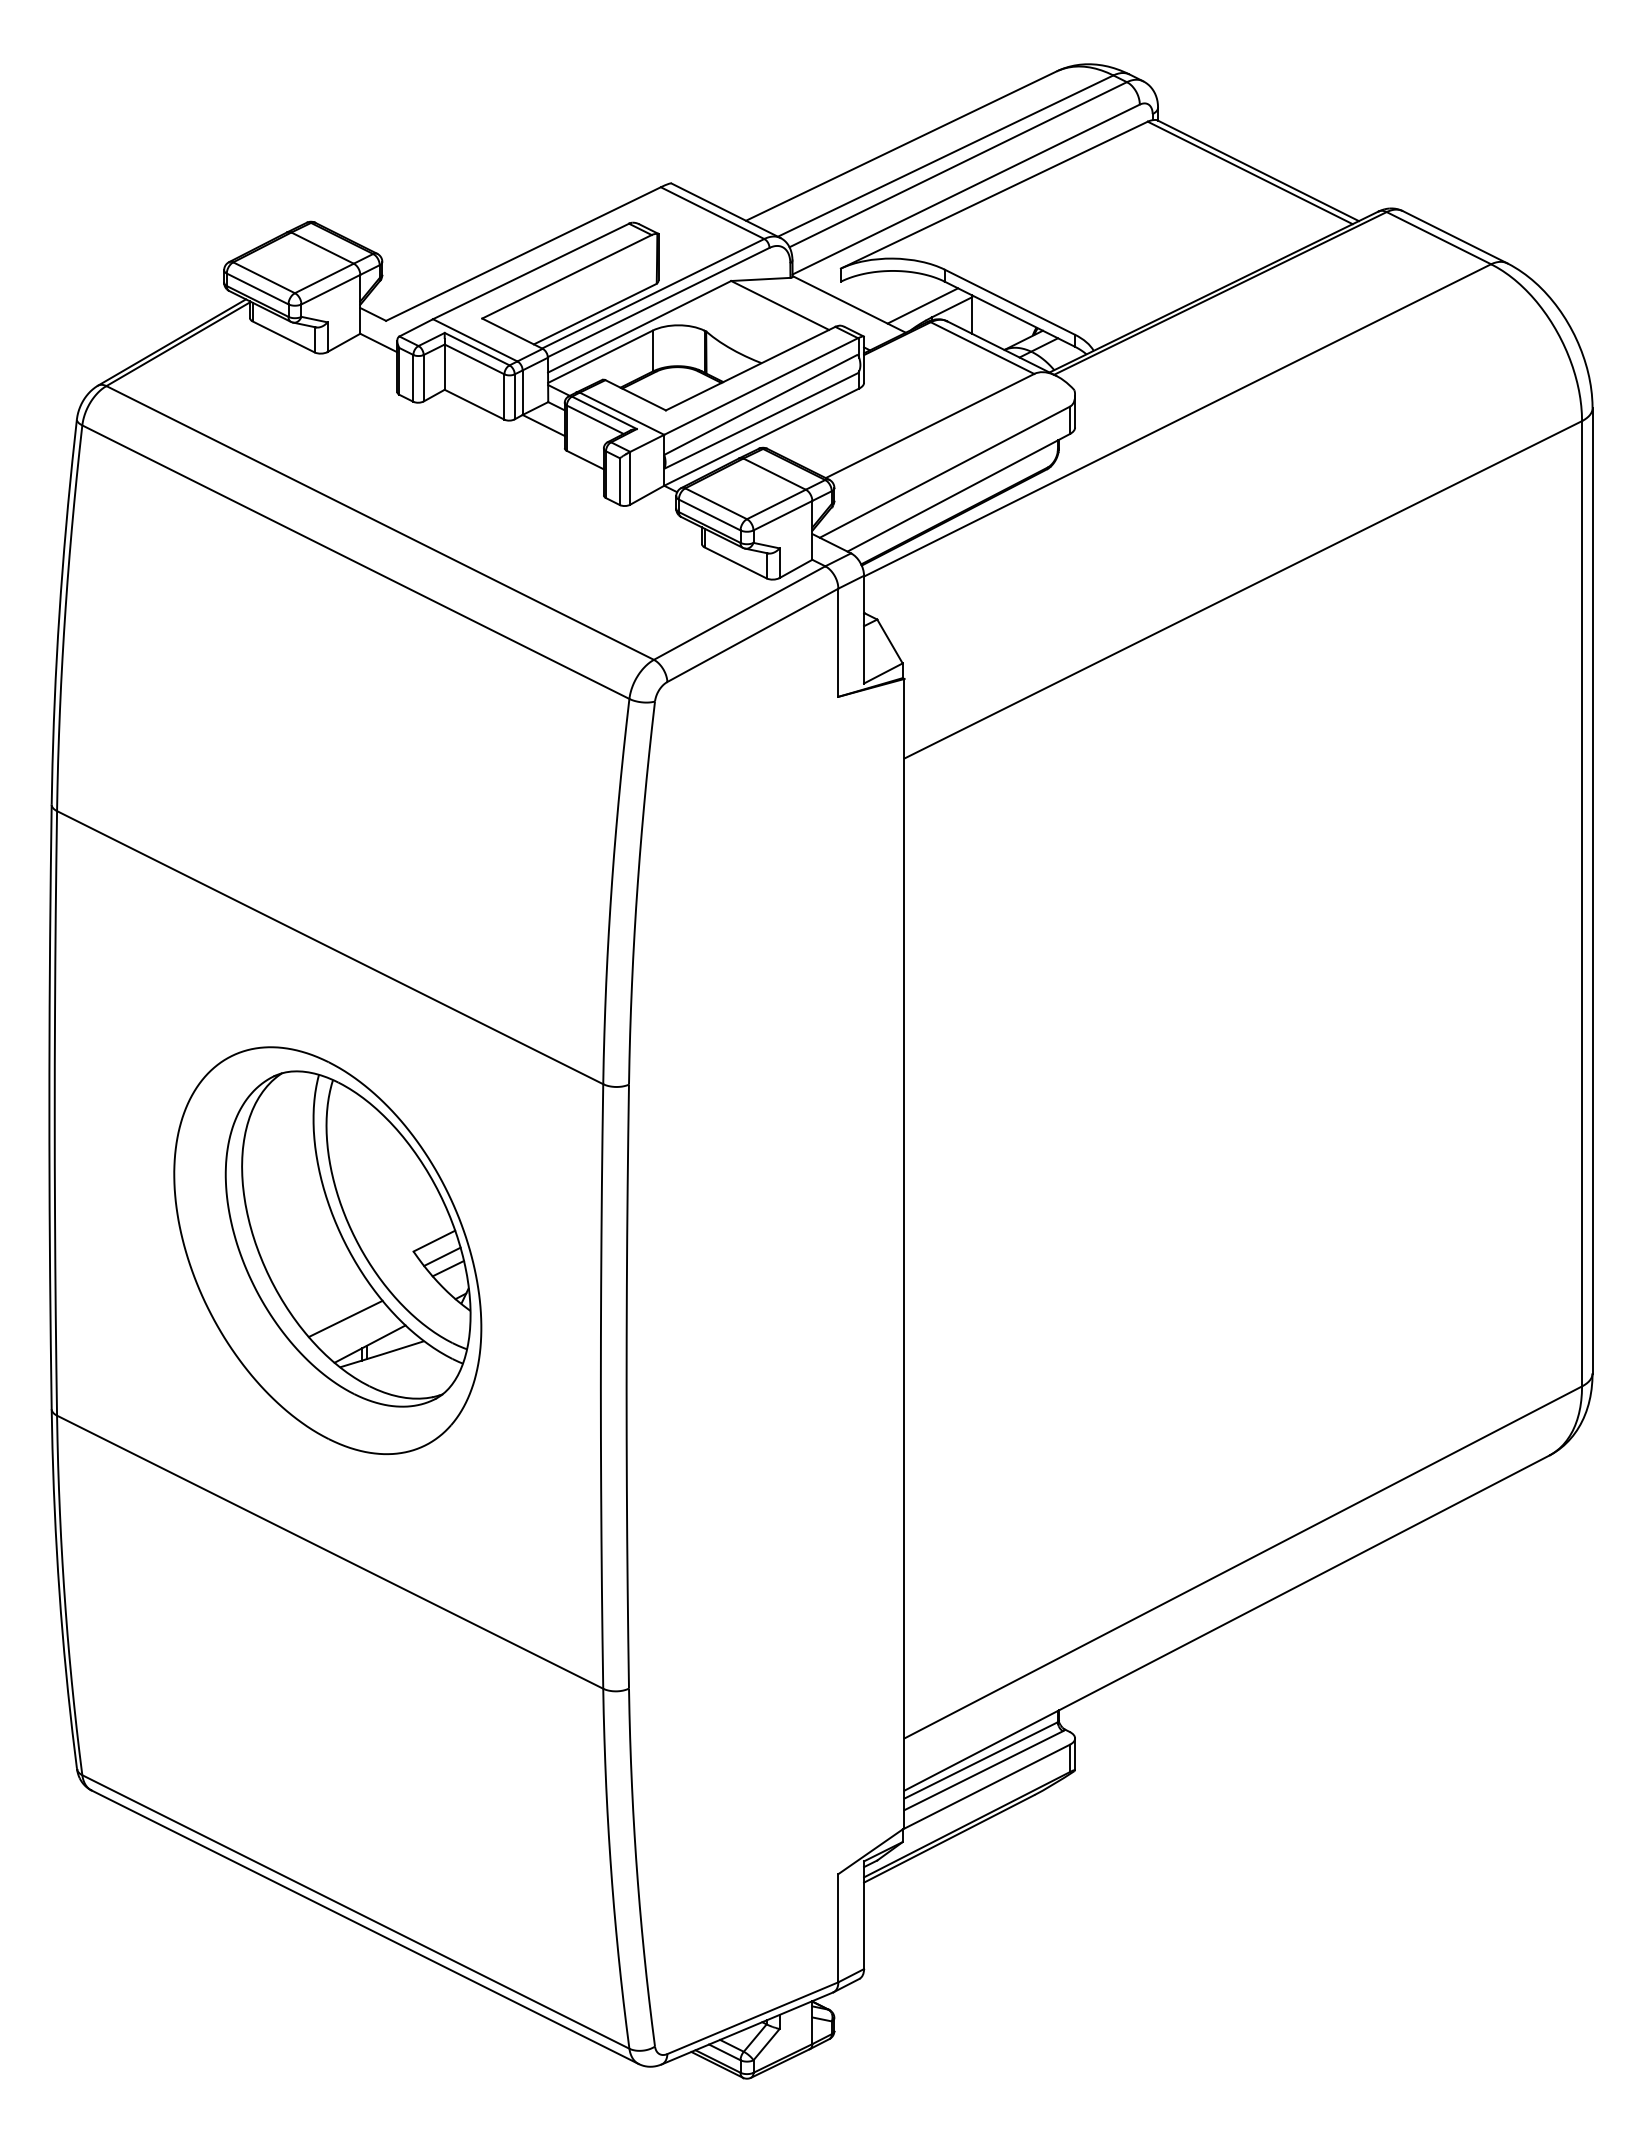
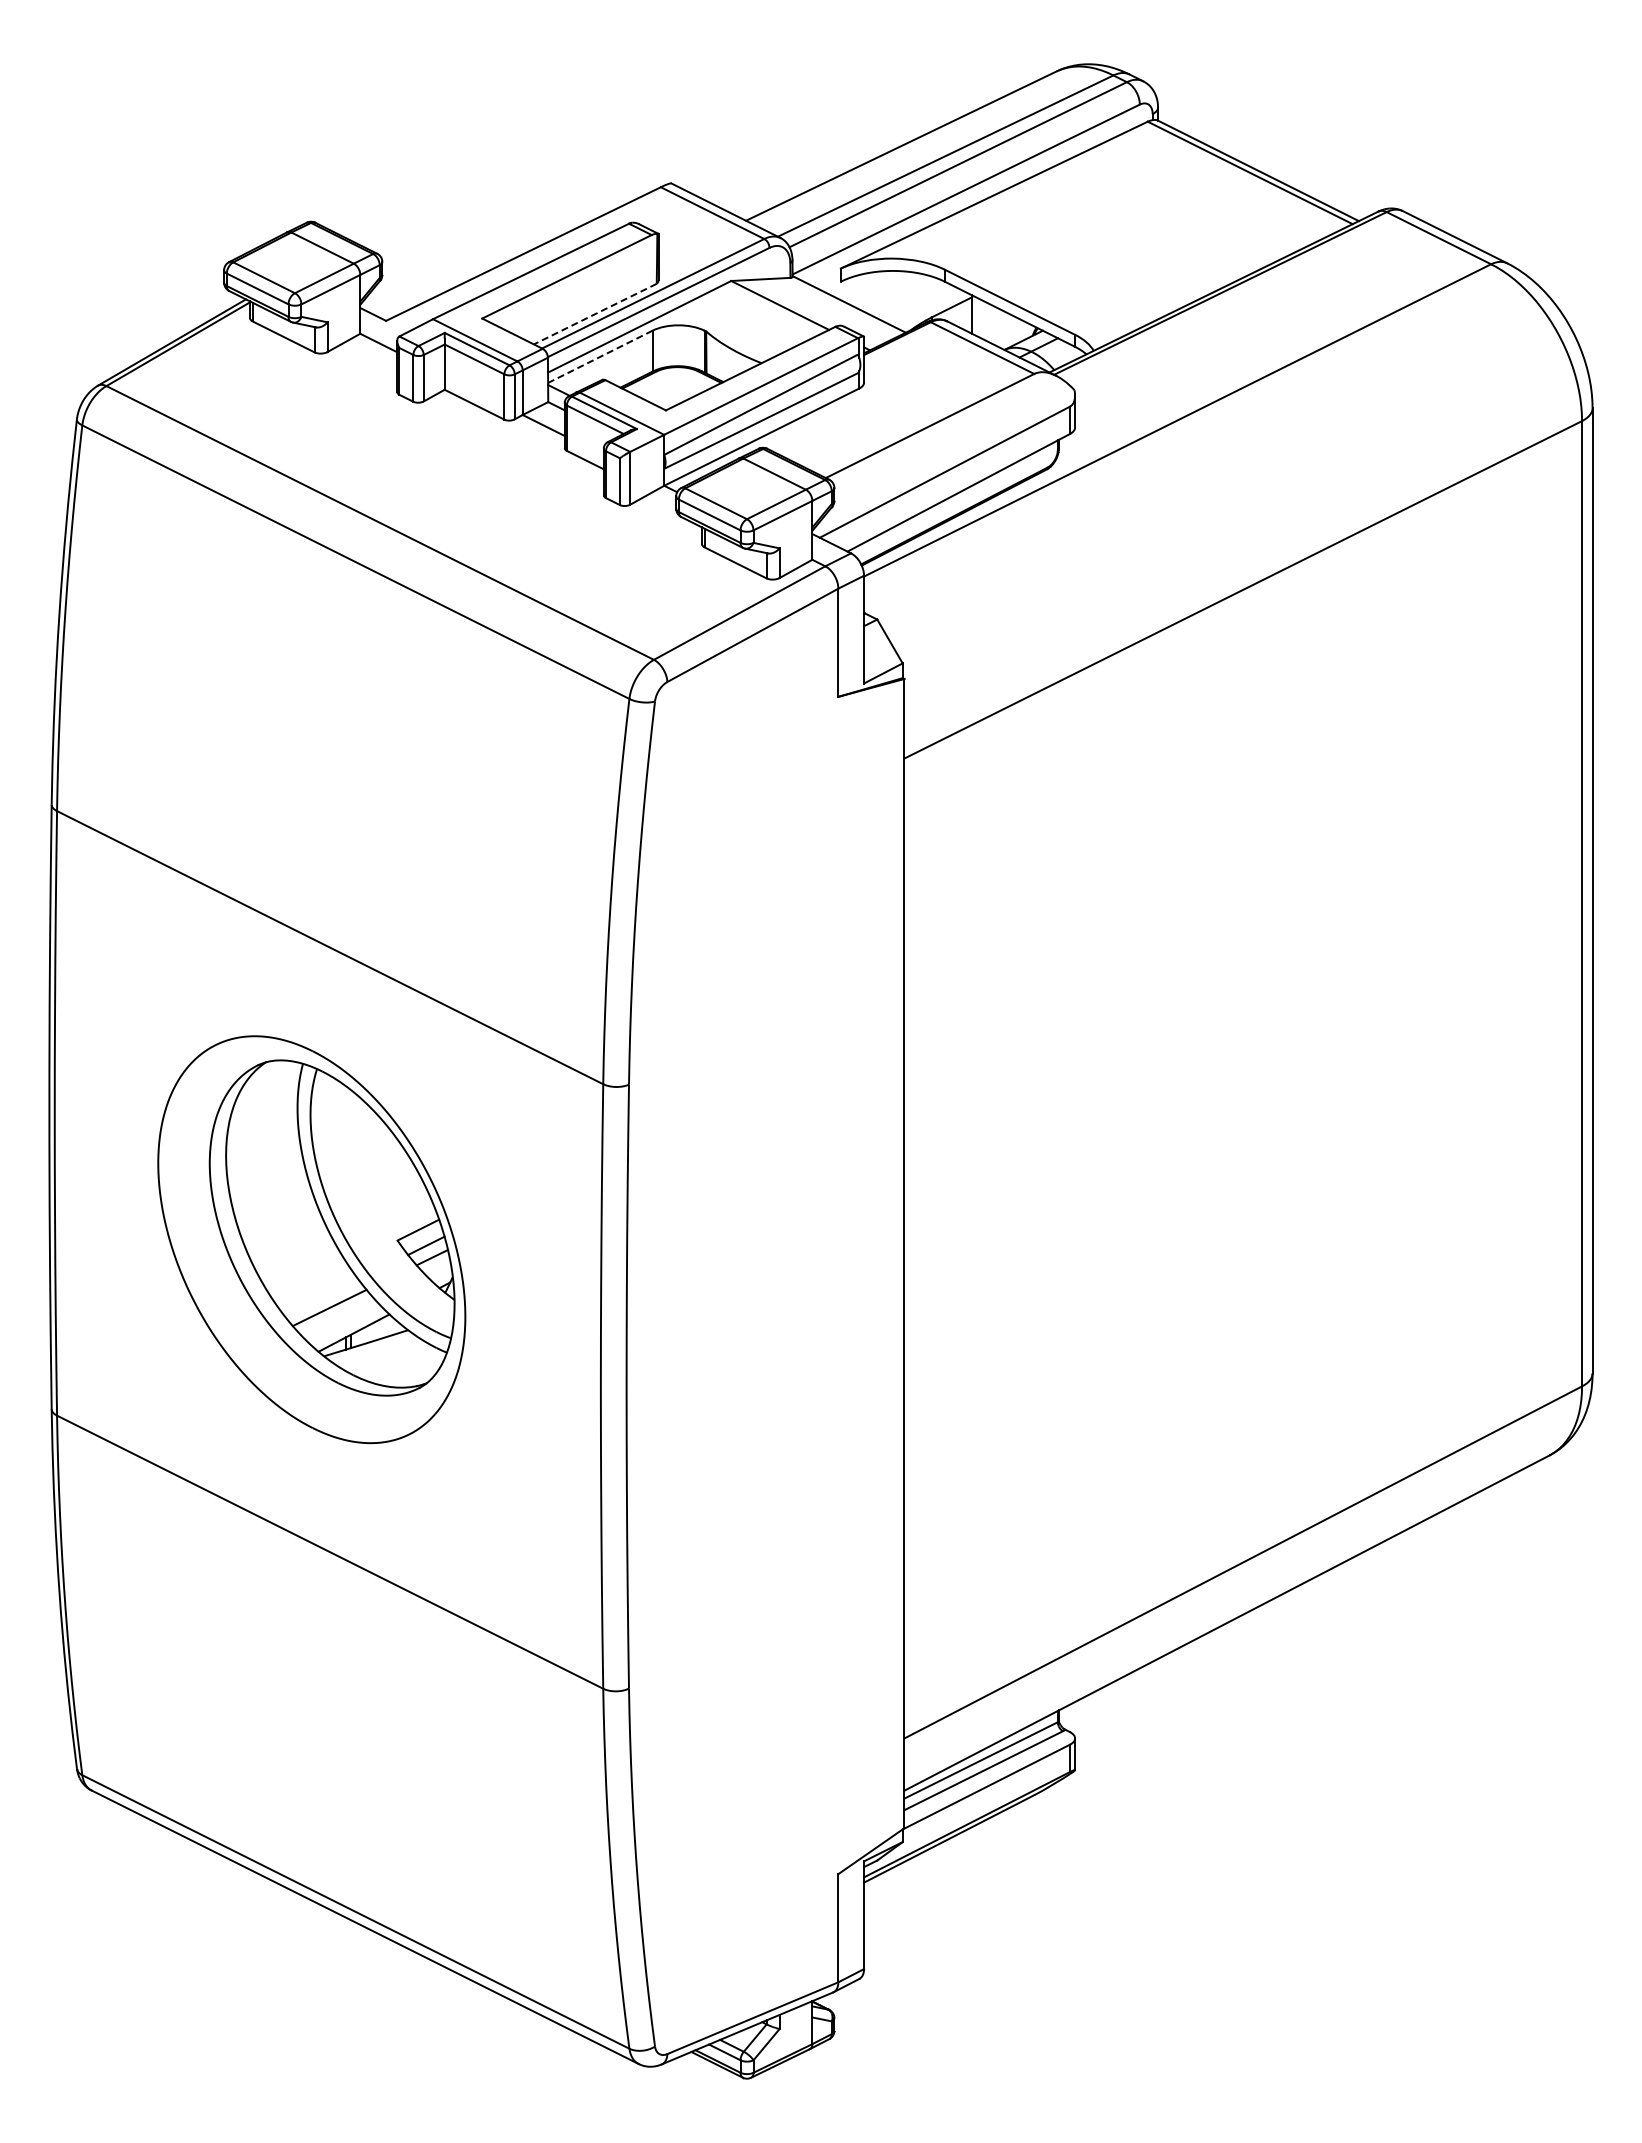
line at (922, 305): present -> none
line at (594, 314): solid -> dashed
line at (599, 357): solid -> dashed
part at (327, 1250) position: (327, 1250) -> (311, 1239)
